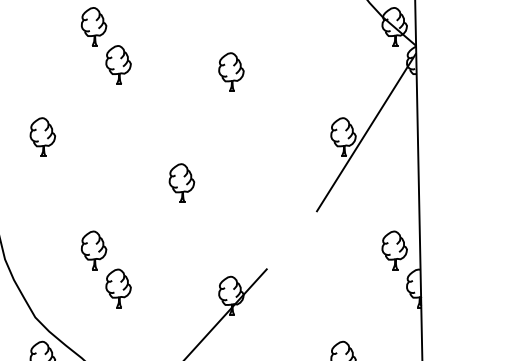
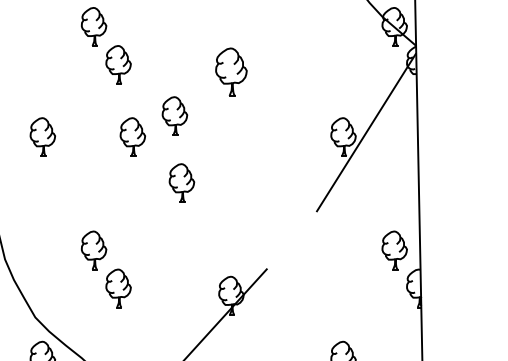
part at (231, 71) size: 27x40 px -> 33x50 px
part at (174, 115): none -> present
part at (132, 136): none -> present
